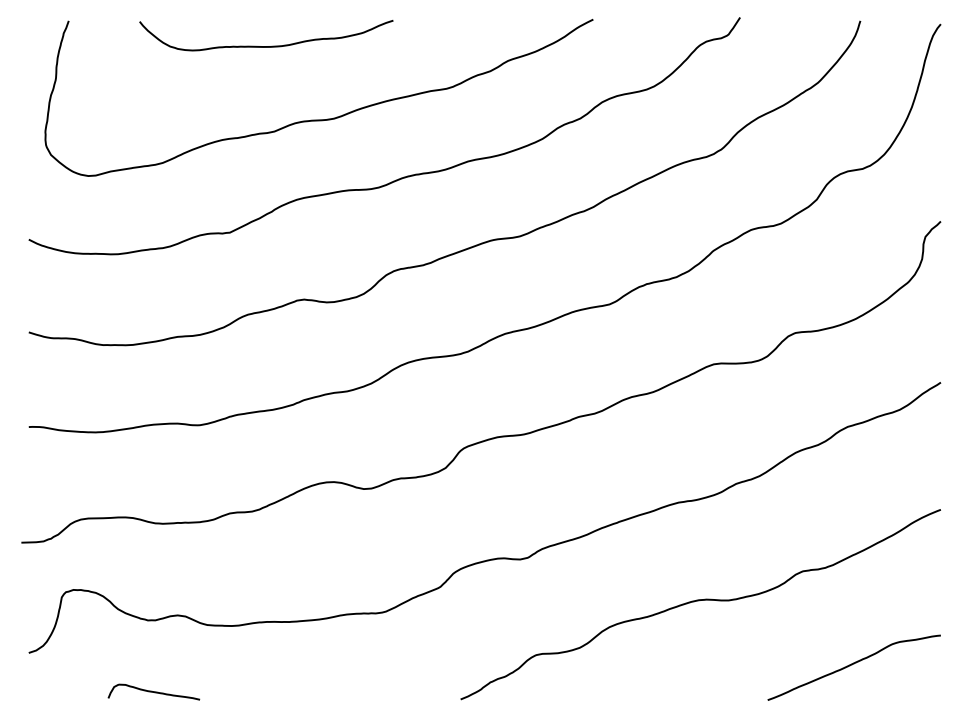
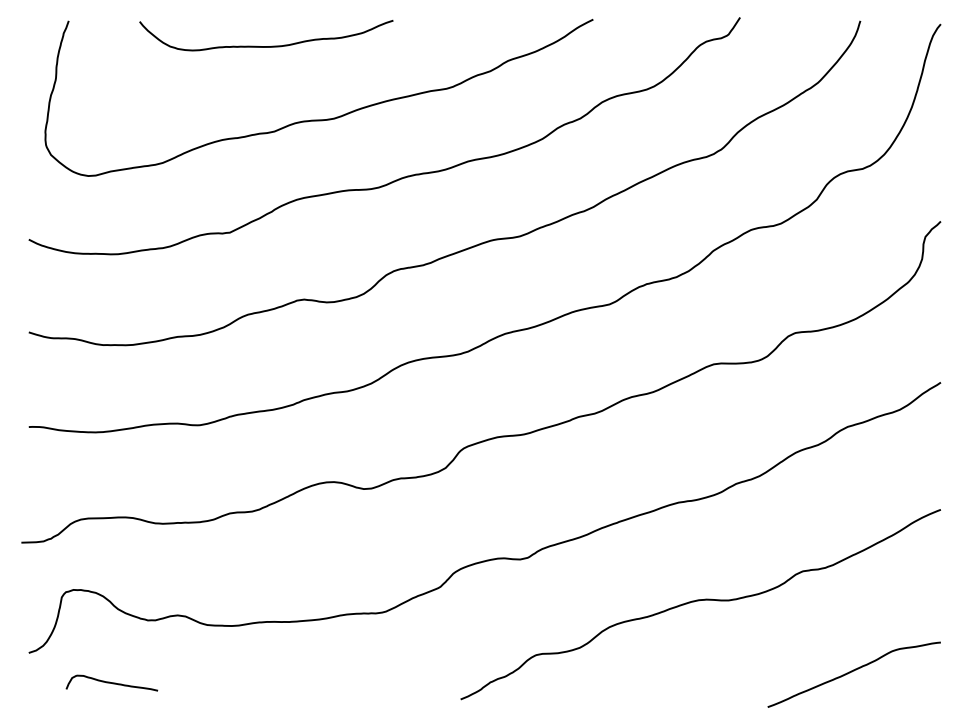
curve at (852, 665) position: (852, 665) -> (852, 672)
curve at (153, 691) position: (153, 691) -> (111, 682)
